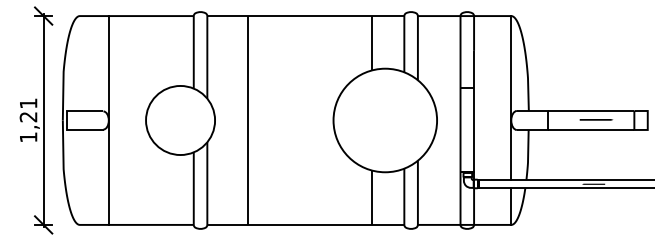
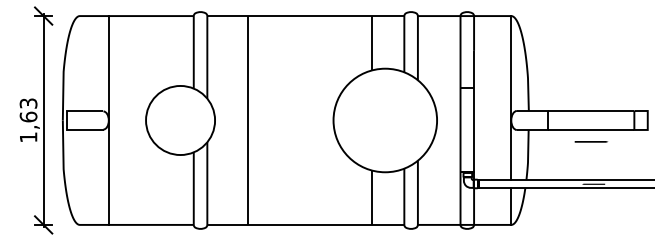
text at (28, 110): 1,21 -> 1,63
line at (596, 119) position: (596, 119) -> (591, 141)
